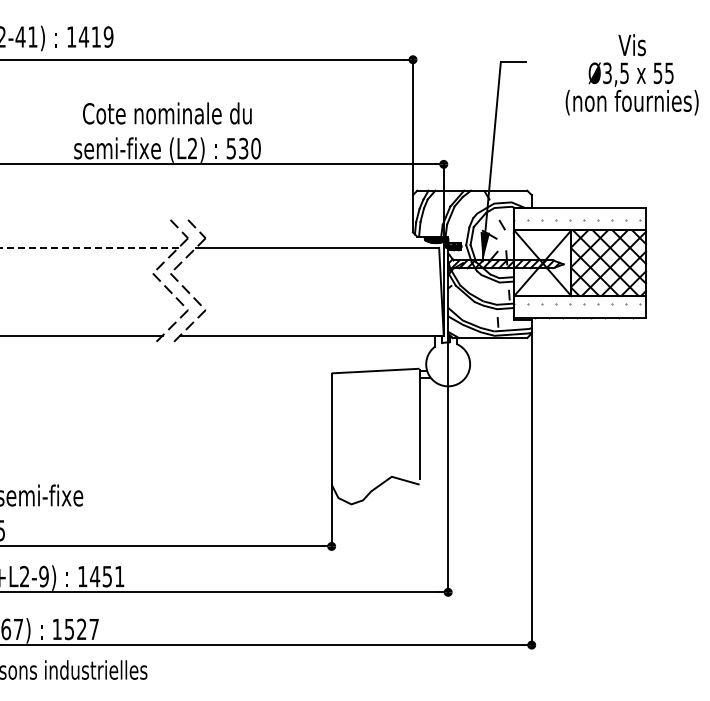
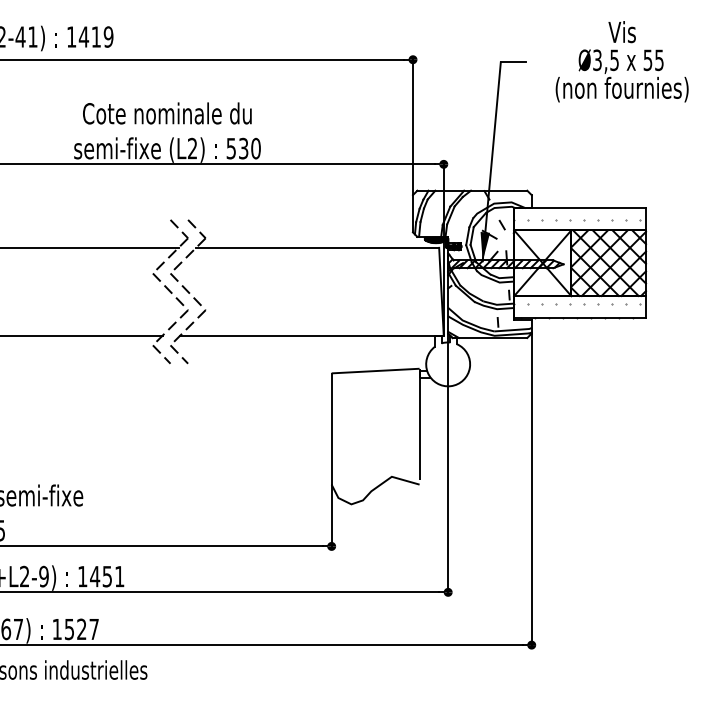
text at (631, 74) position: (631, 74) -> (621, 61)
line at (89, 247): dashed -> solid
line at (161, 354): none -> present
line at (179, 354): none -> present
